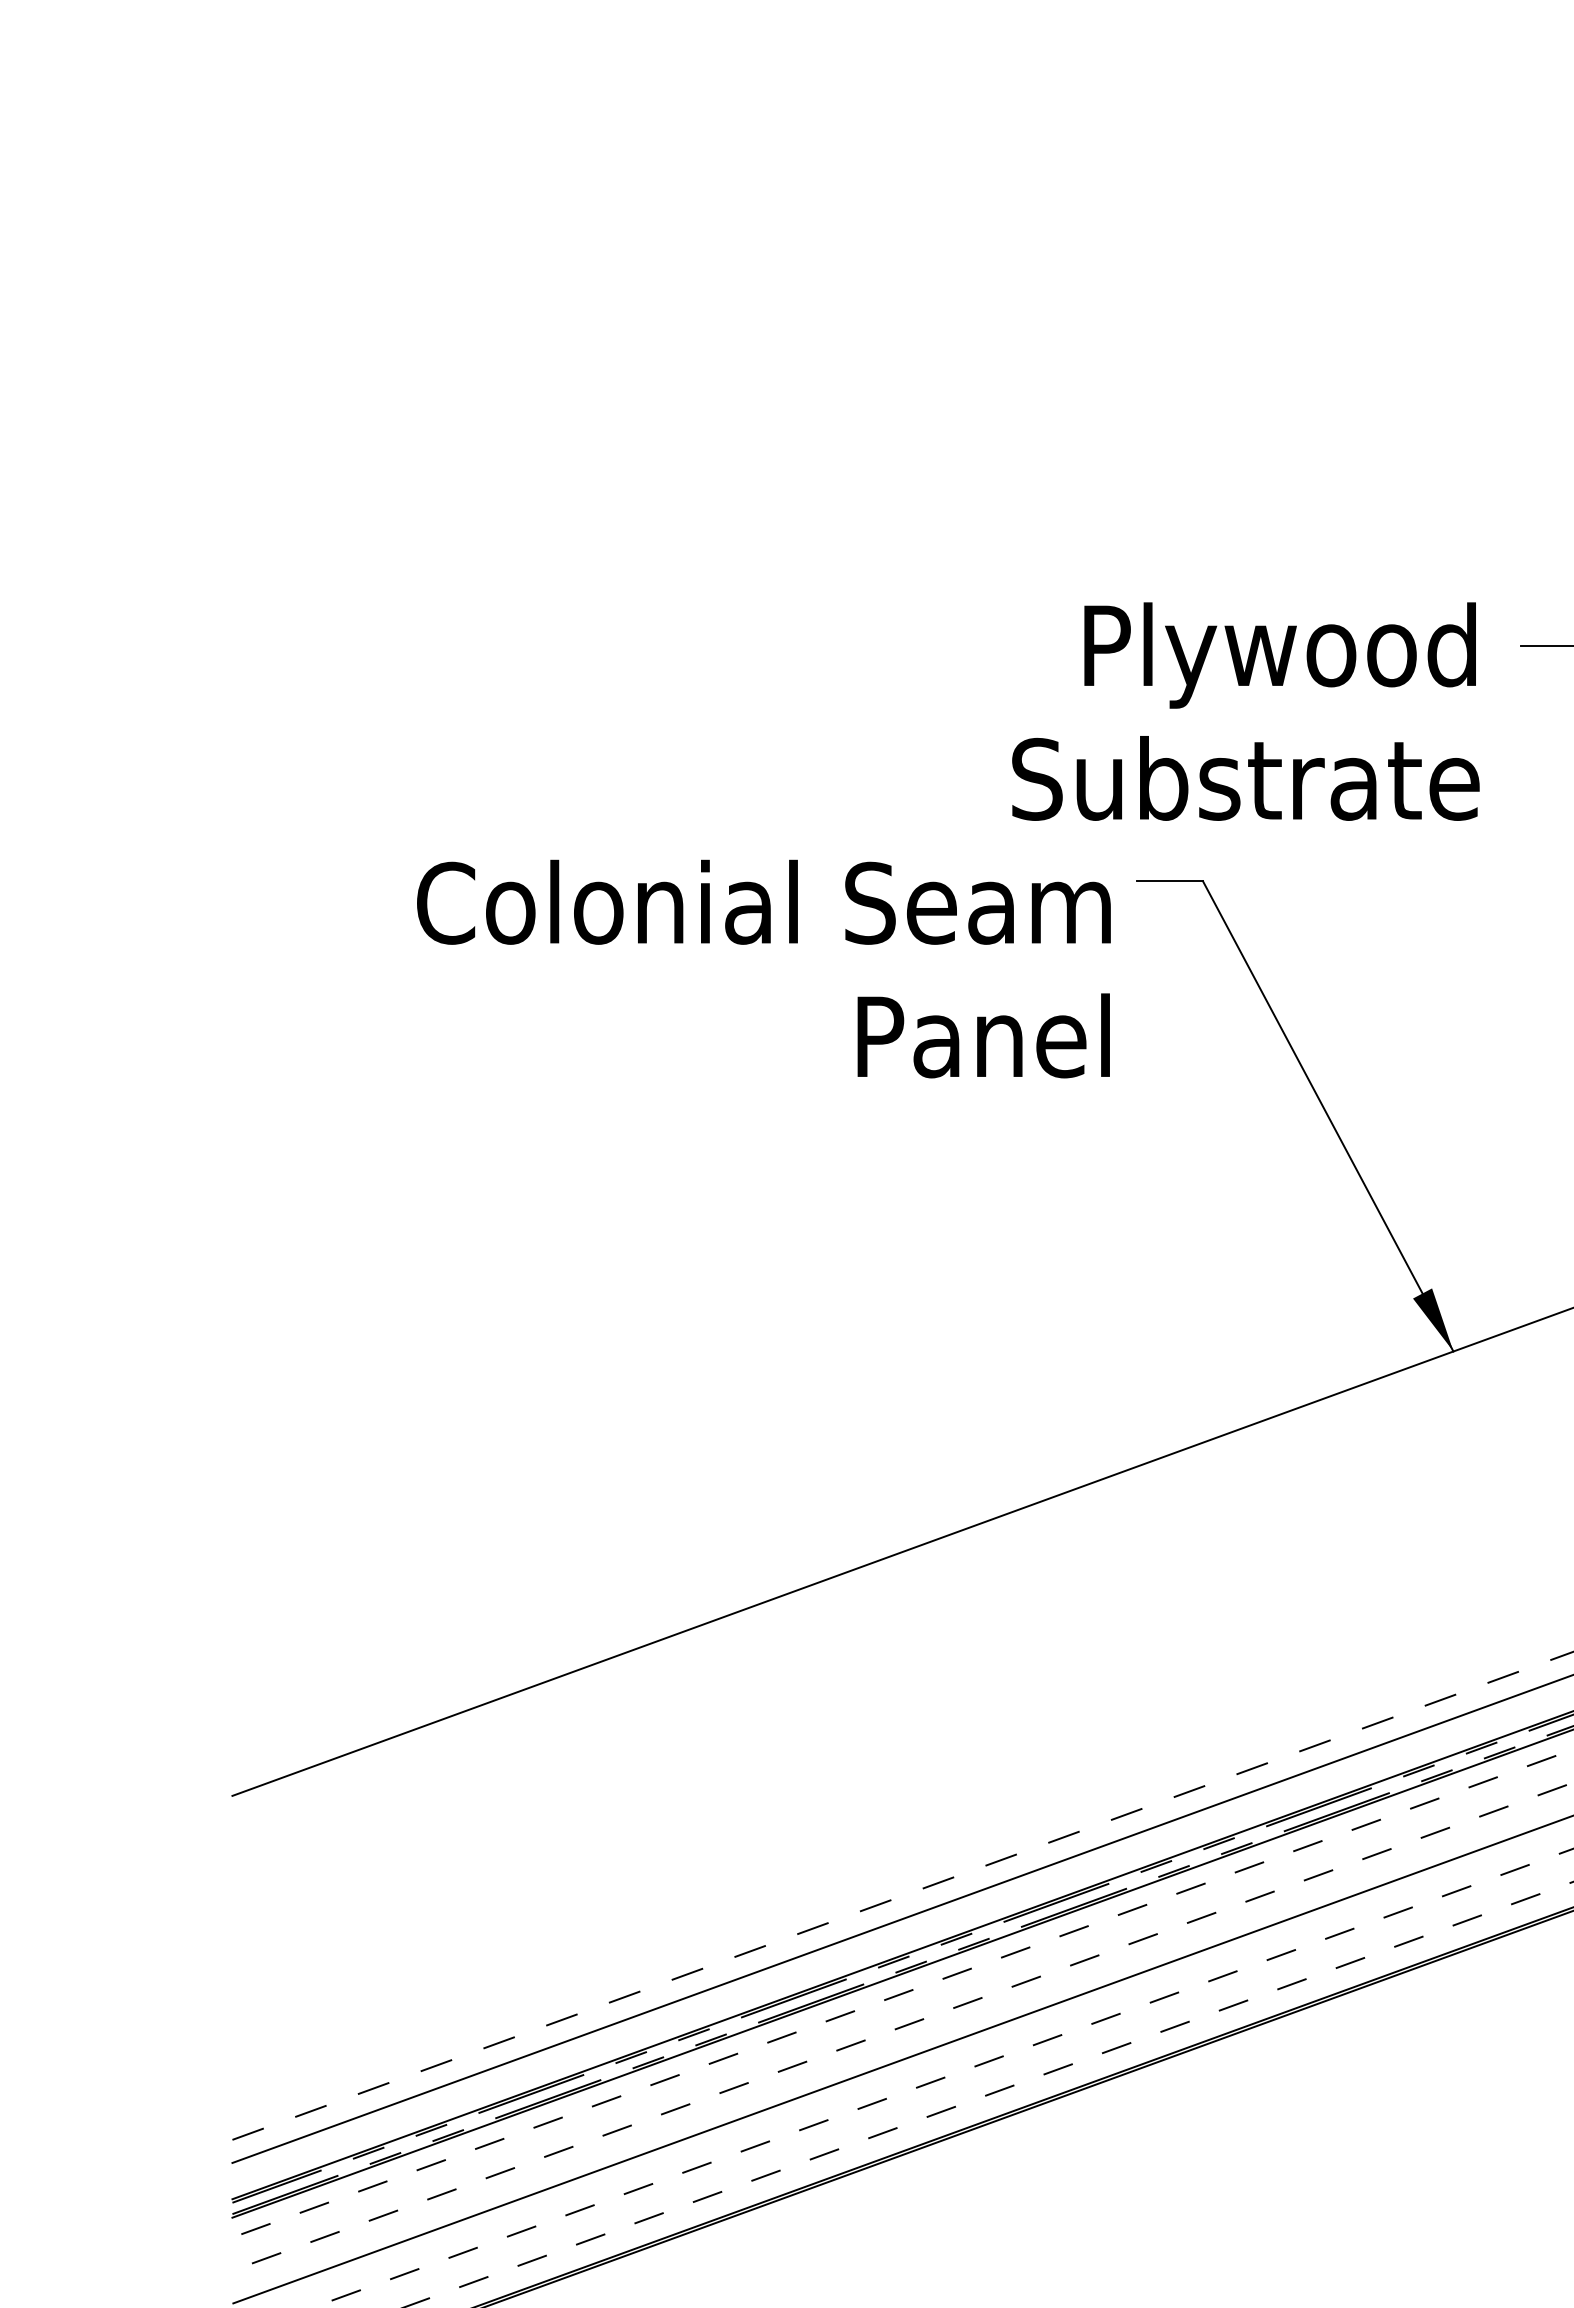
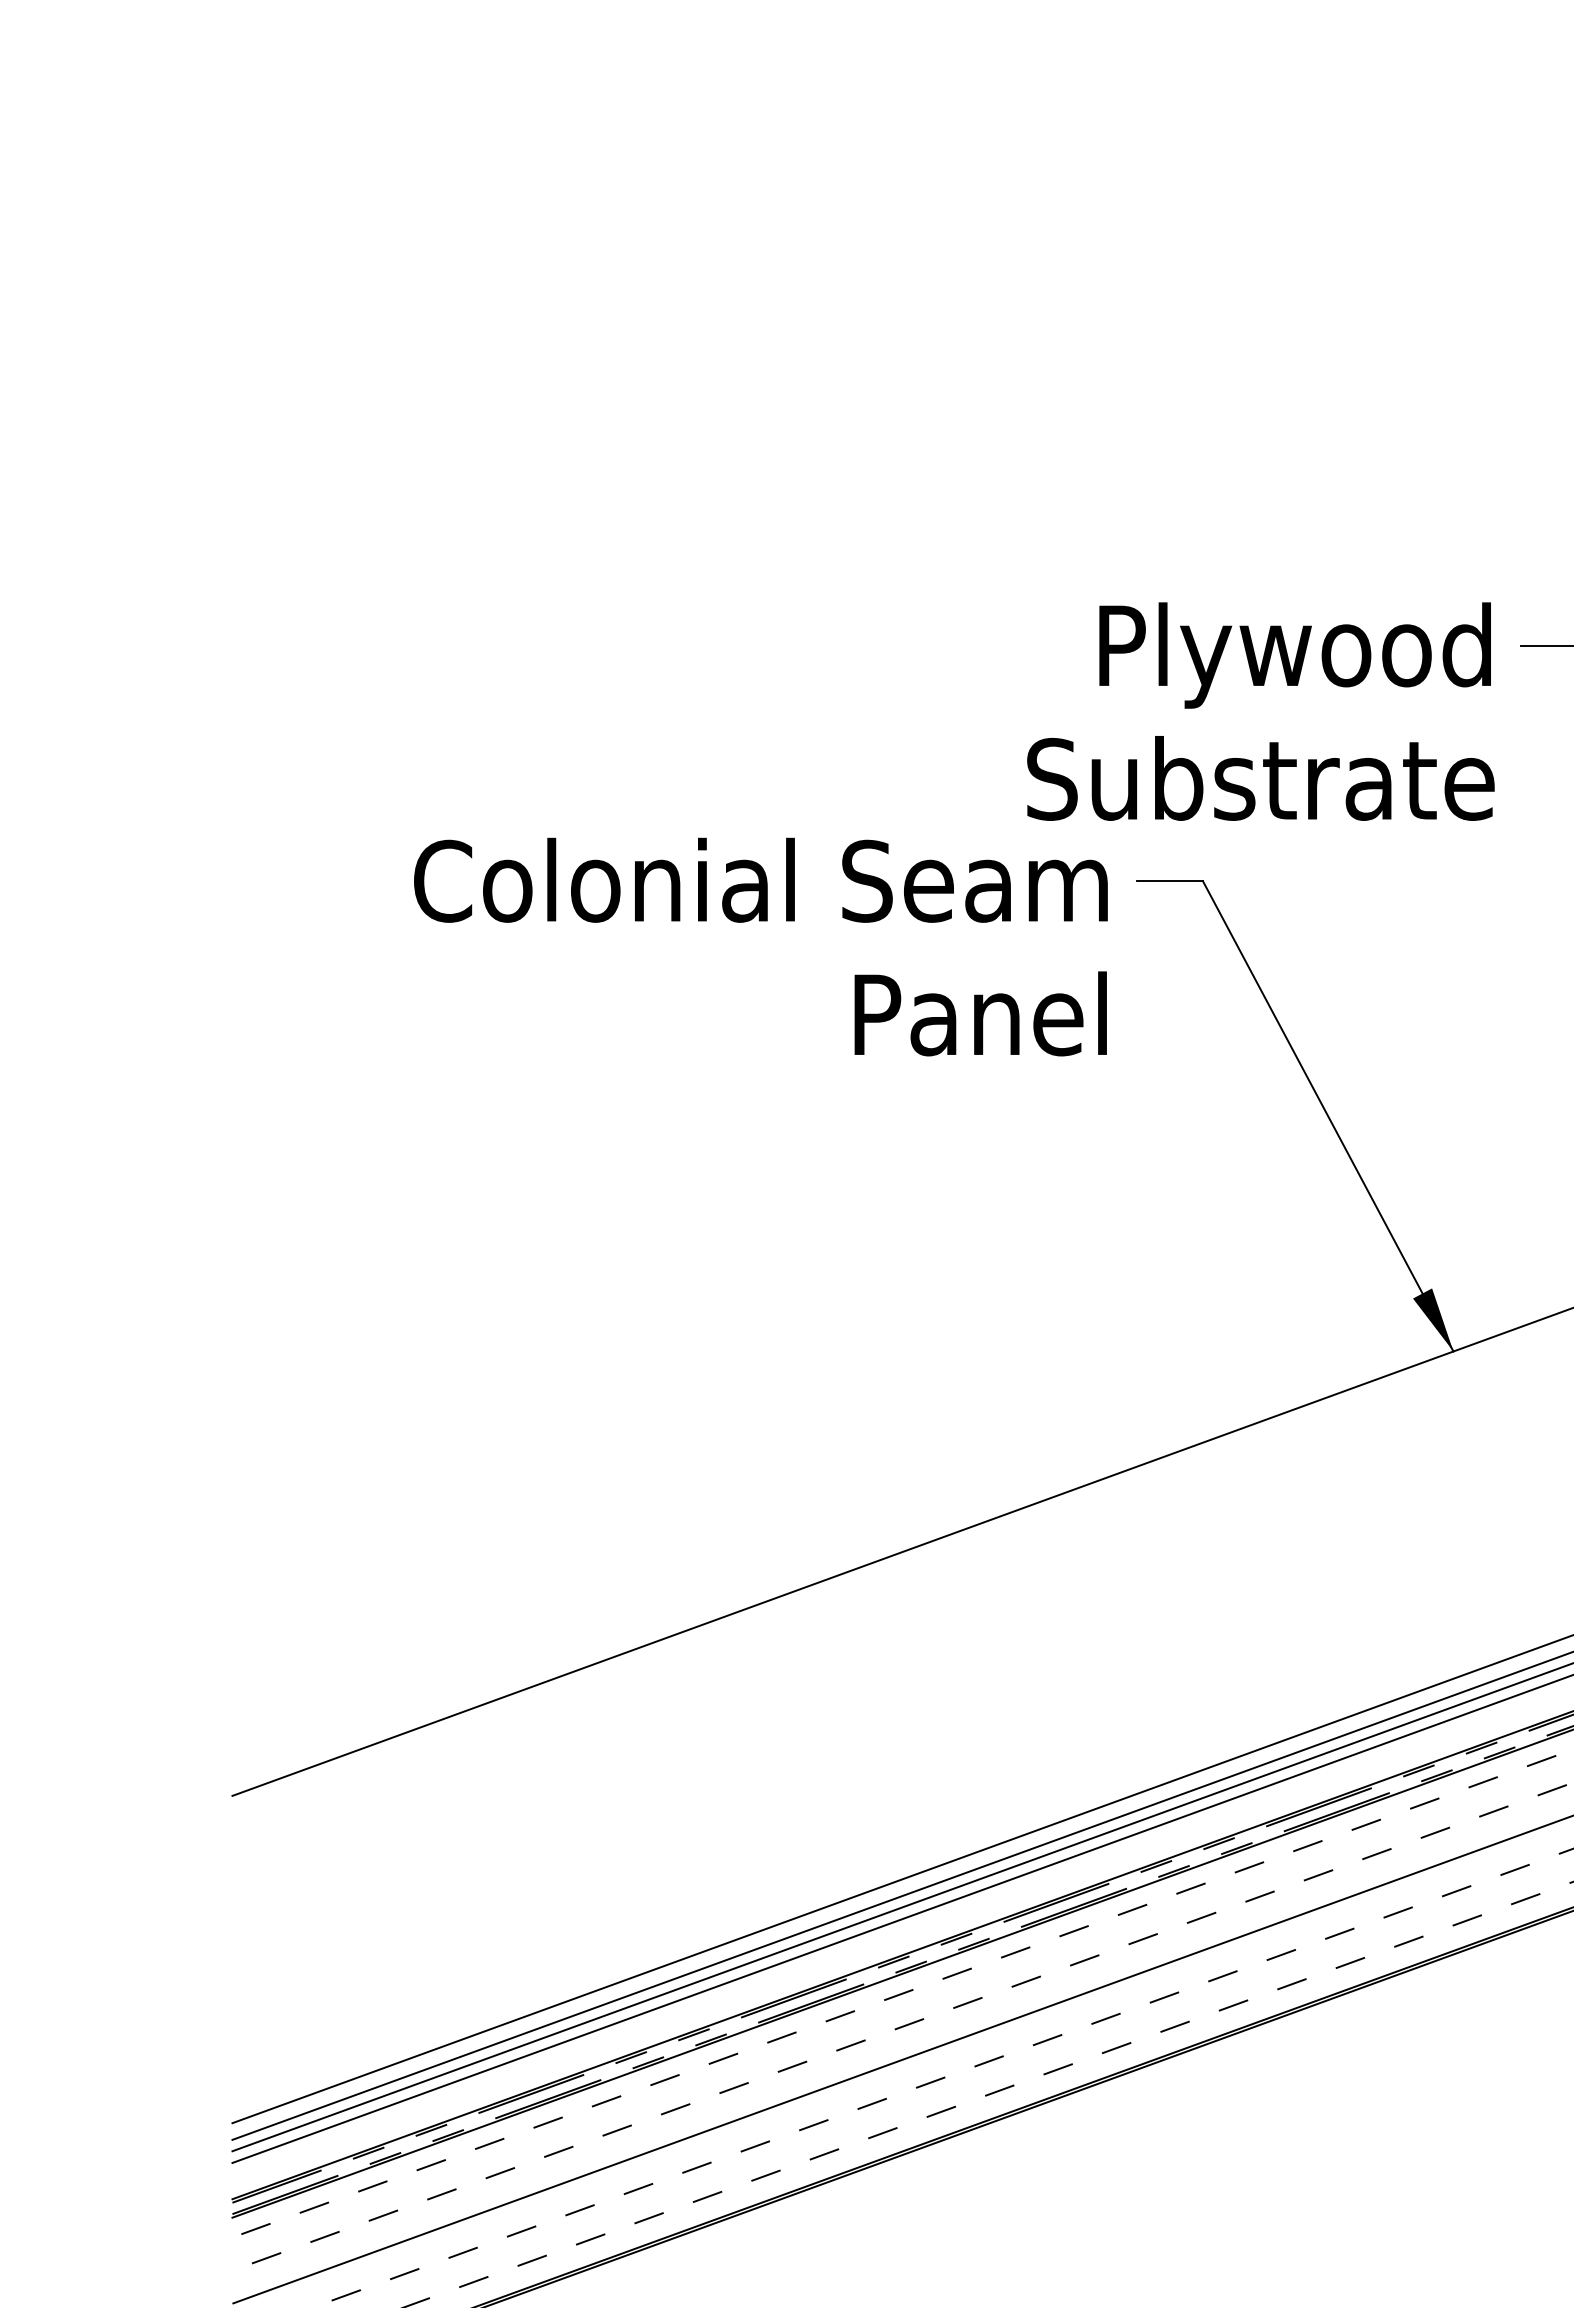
text at (1245, 711) position: (1245, 711) -> (1260, 711)
text at (763, 968) position: (763, 968) -> (760, 946)
line at (901, 1879): none -> present
line at (903, 1895): dashed -> solid
line at (901, 1907): none -> present
